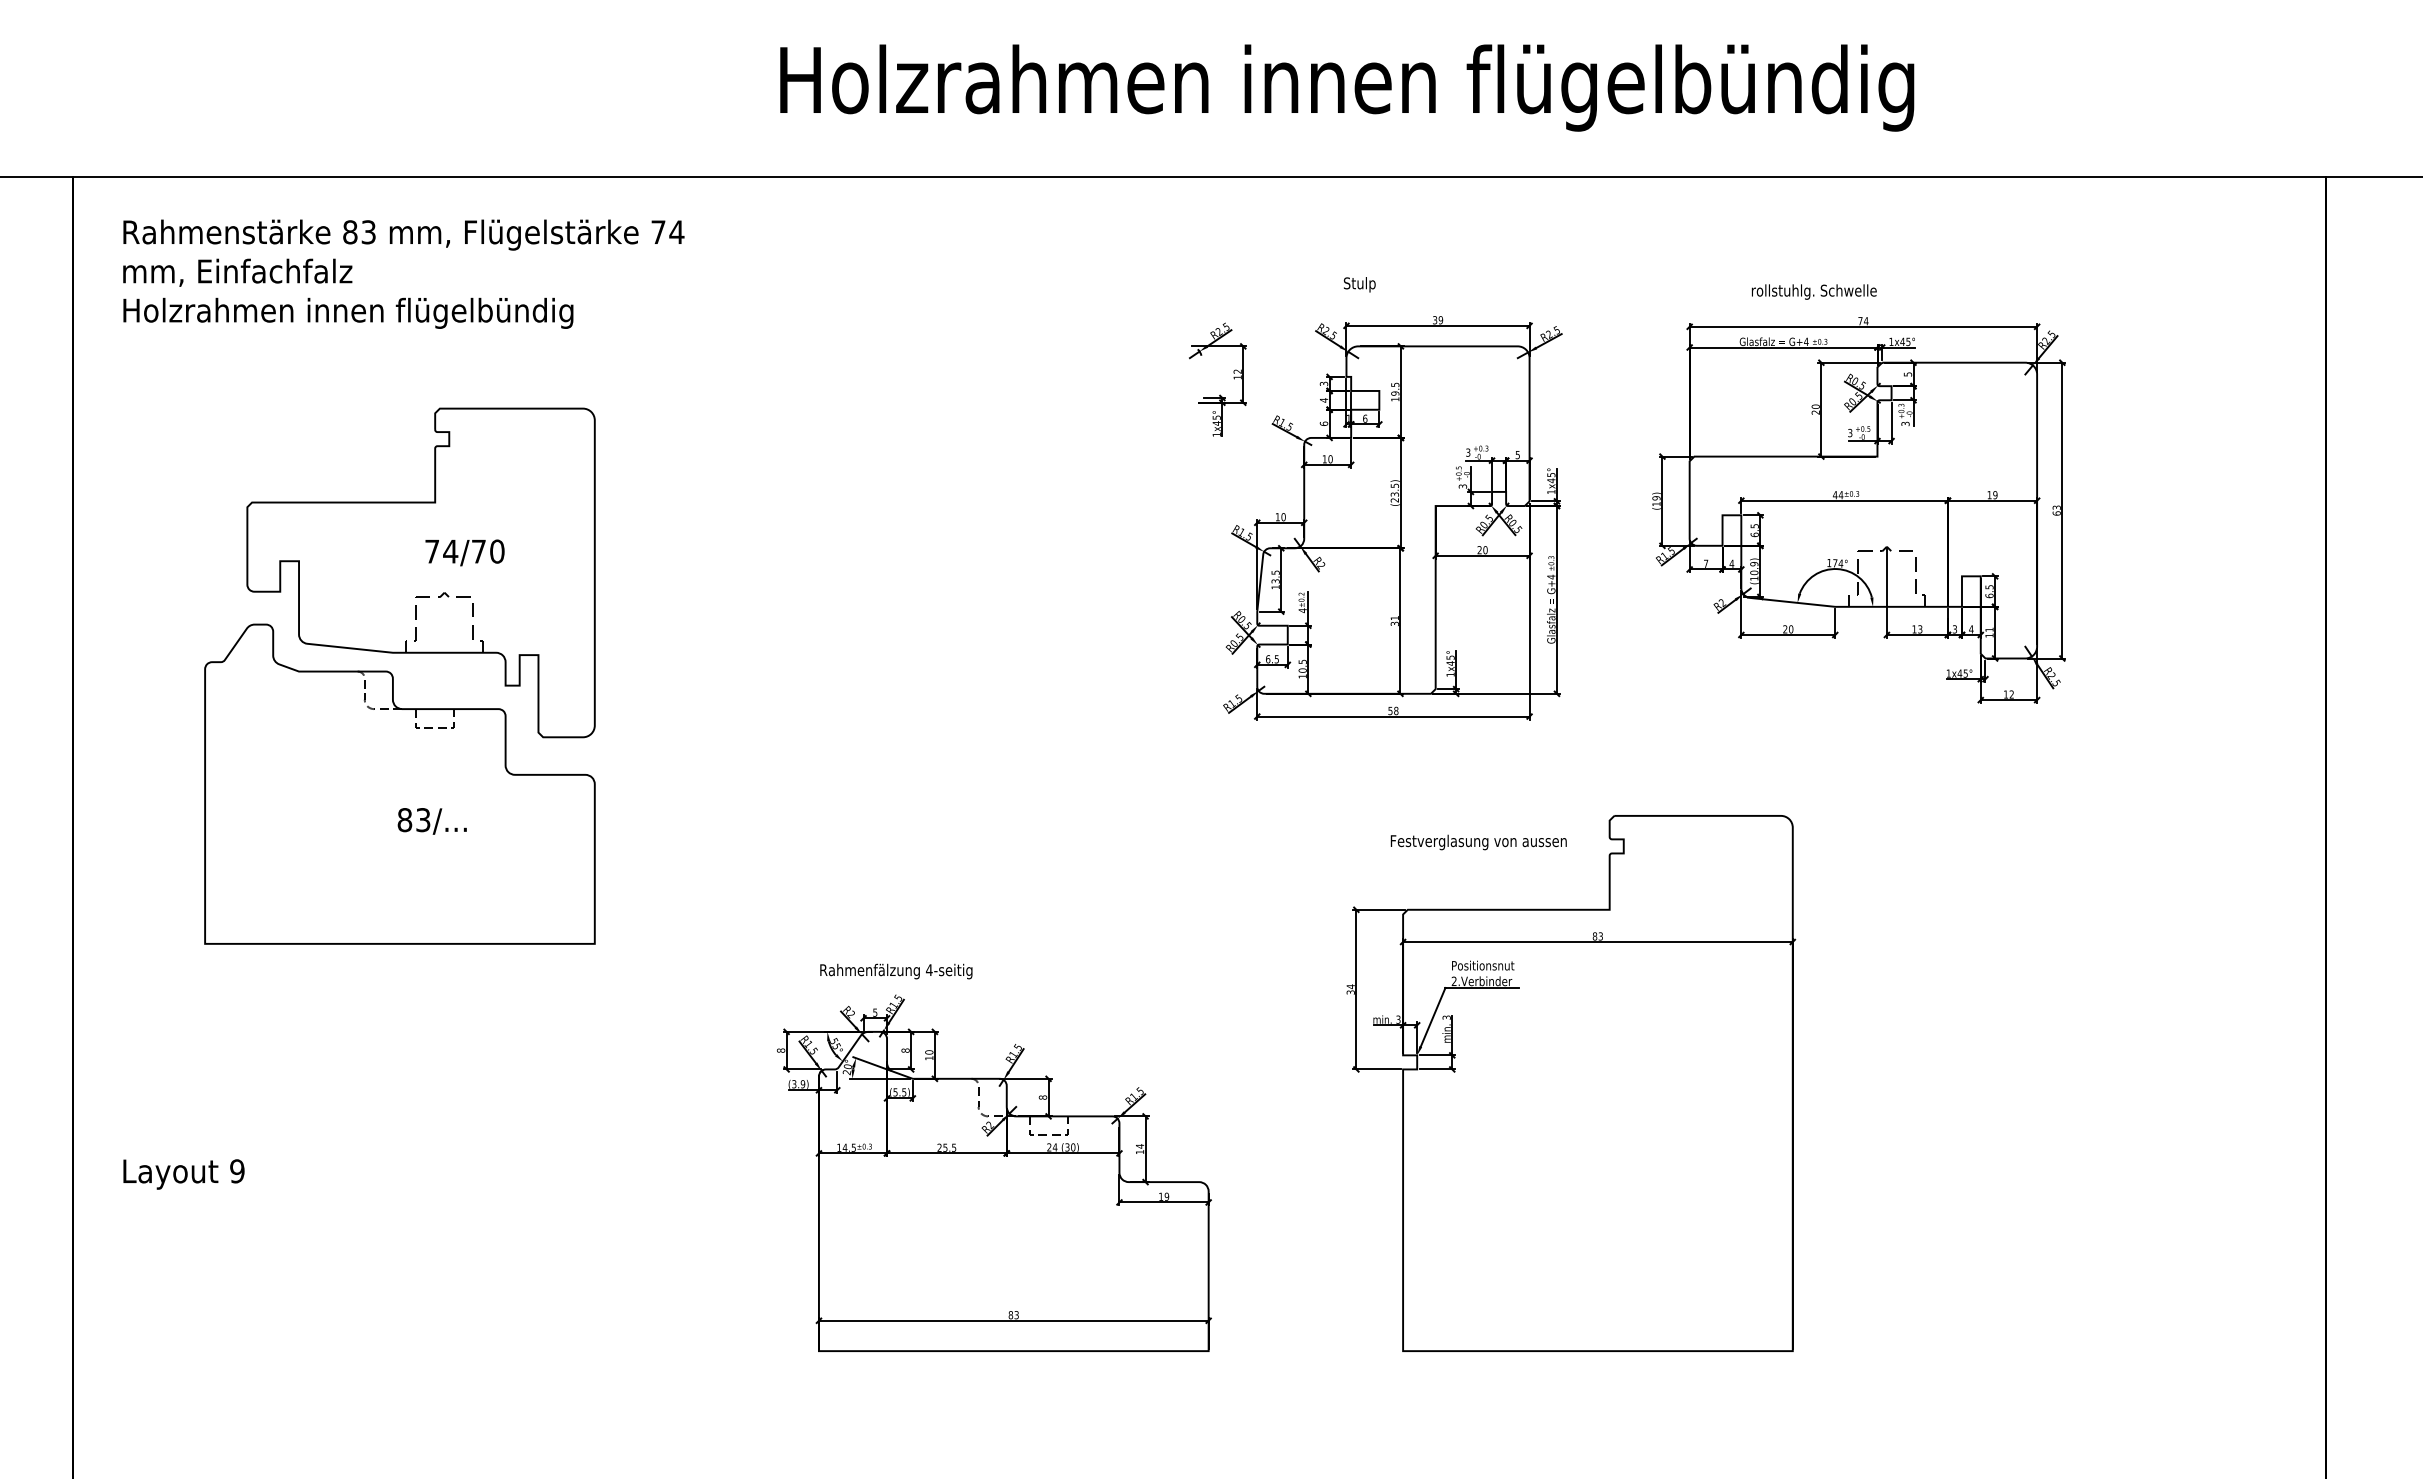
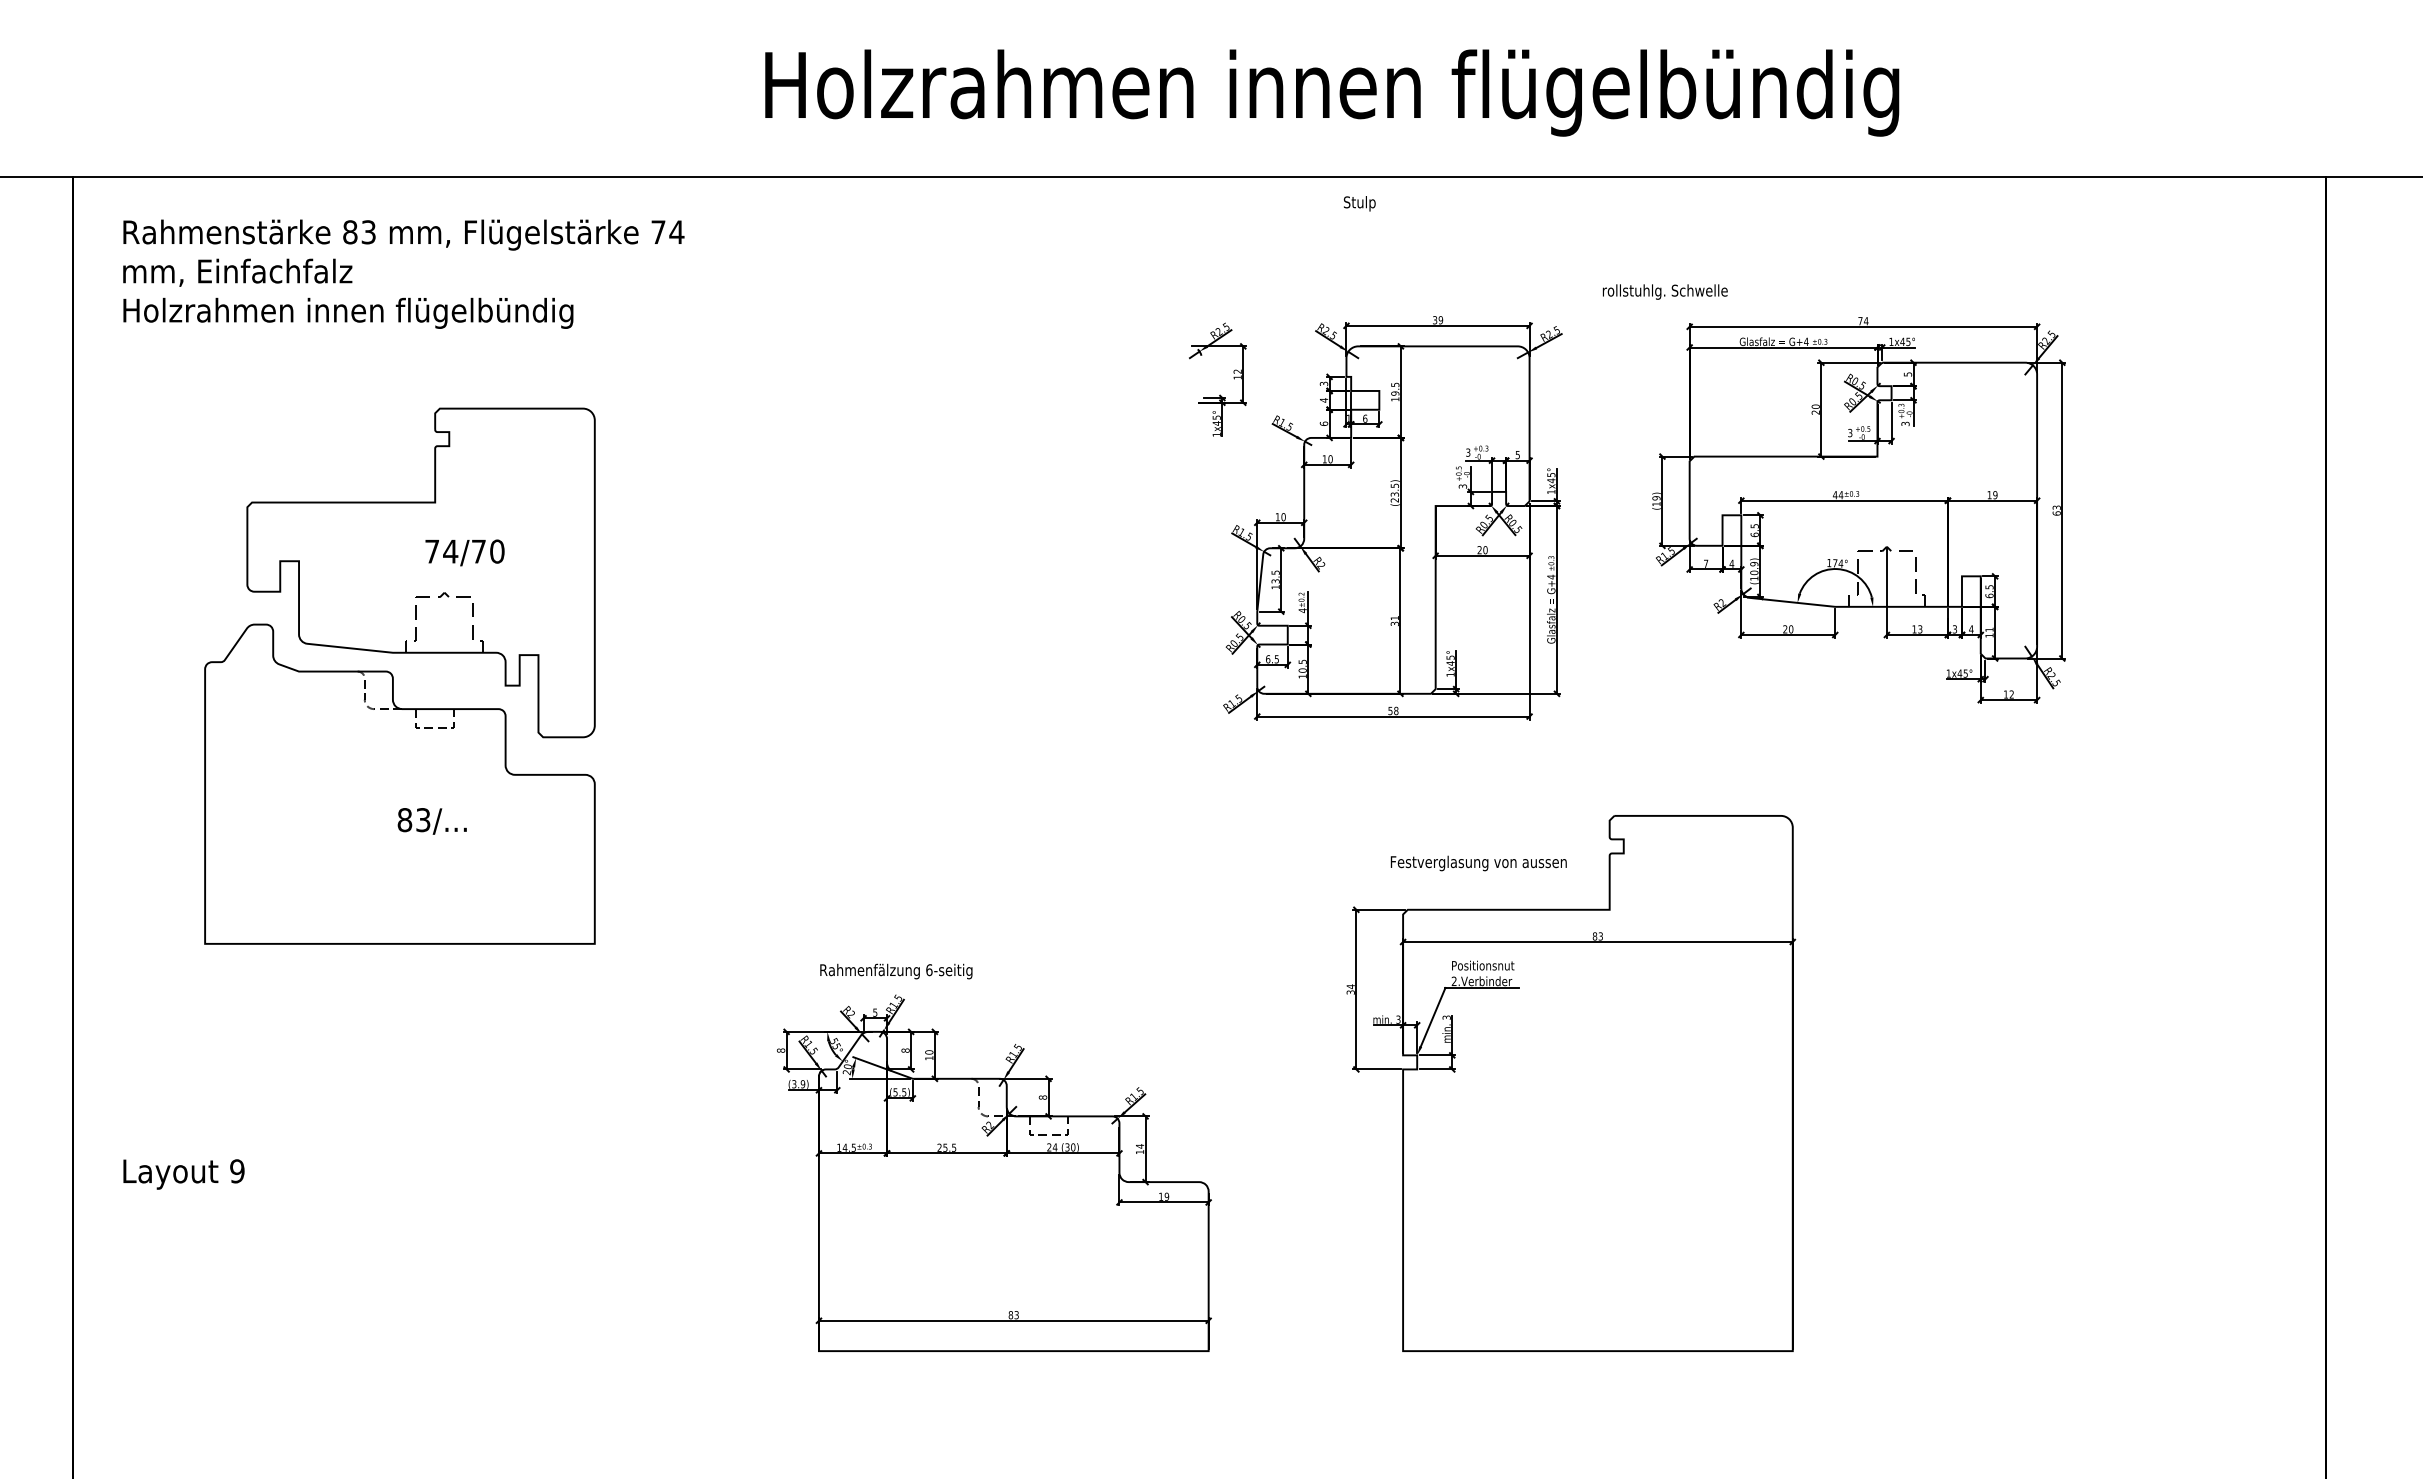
text at (1347, 87) position: (1347, 87) -> (1332, 92)
text at (1359, 284) position: (1359, 284) -> (1359, 203)
text at (1813, 291) position: (1813, 291) -> (1664, 291)
text at (1478, 842) position: (1478, 842) -> (1478, 863)
text at (928, 970): 4-seitig -> 6-seitig
